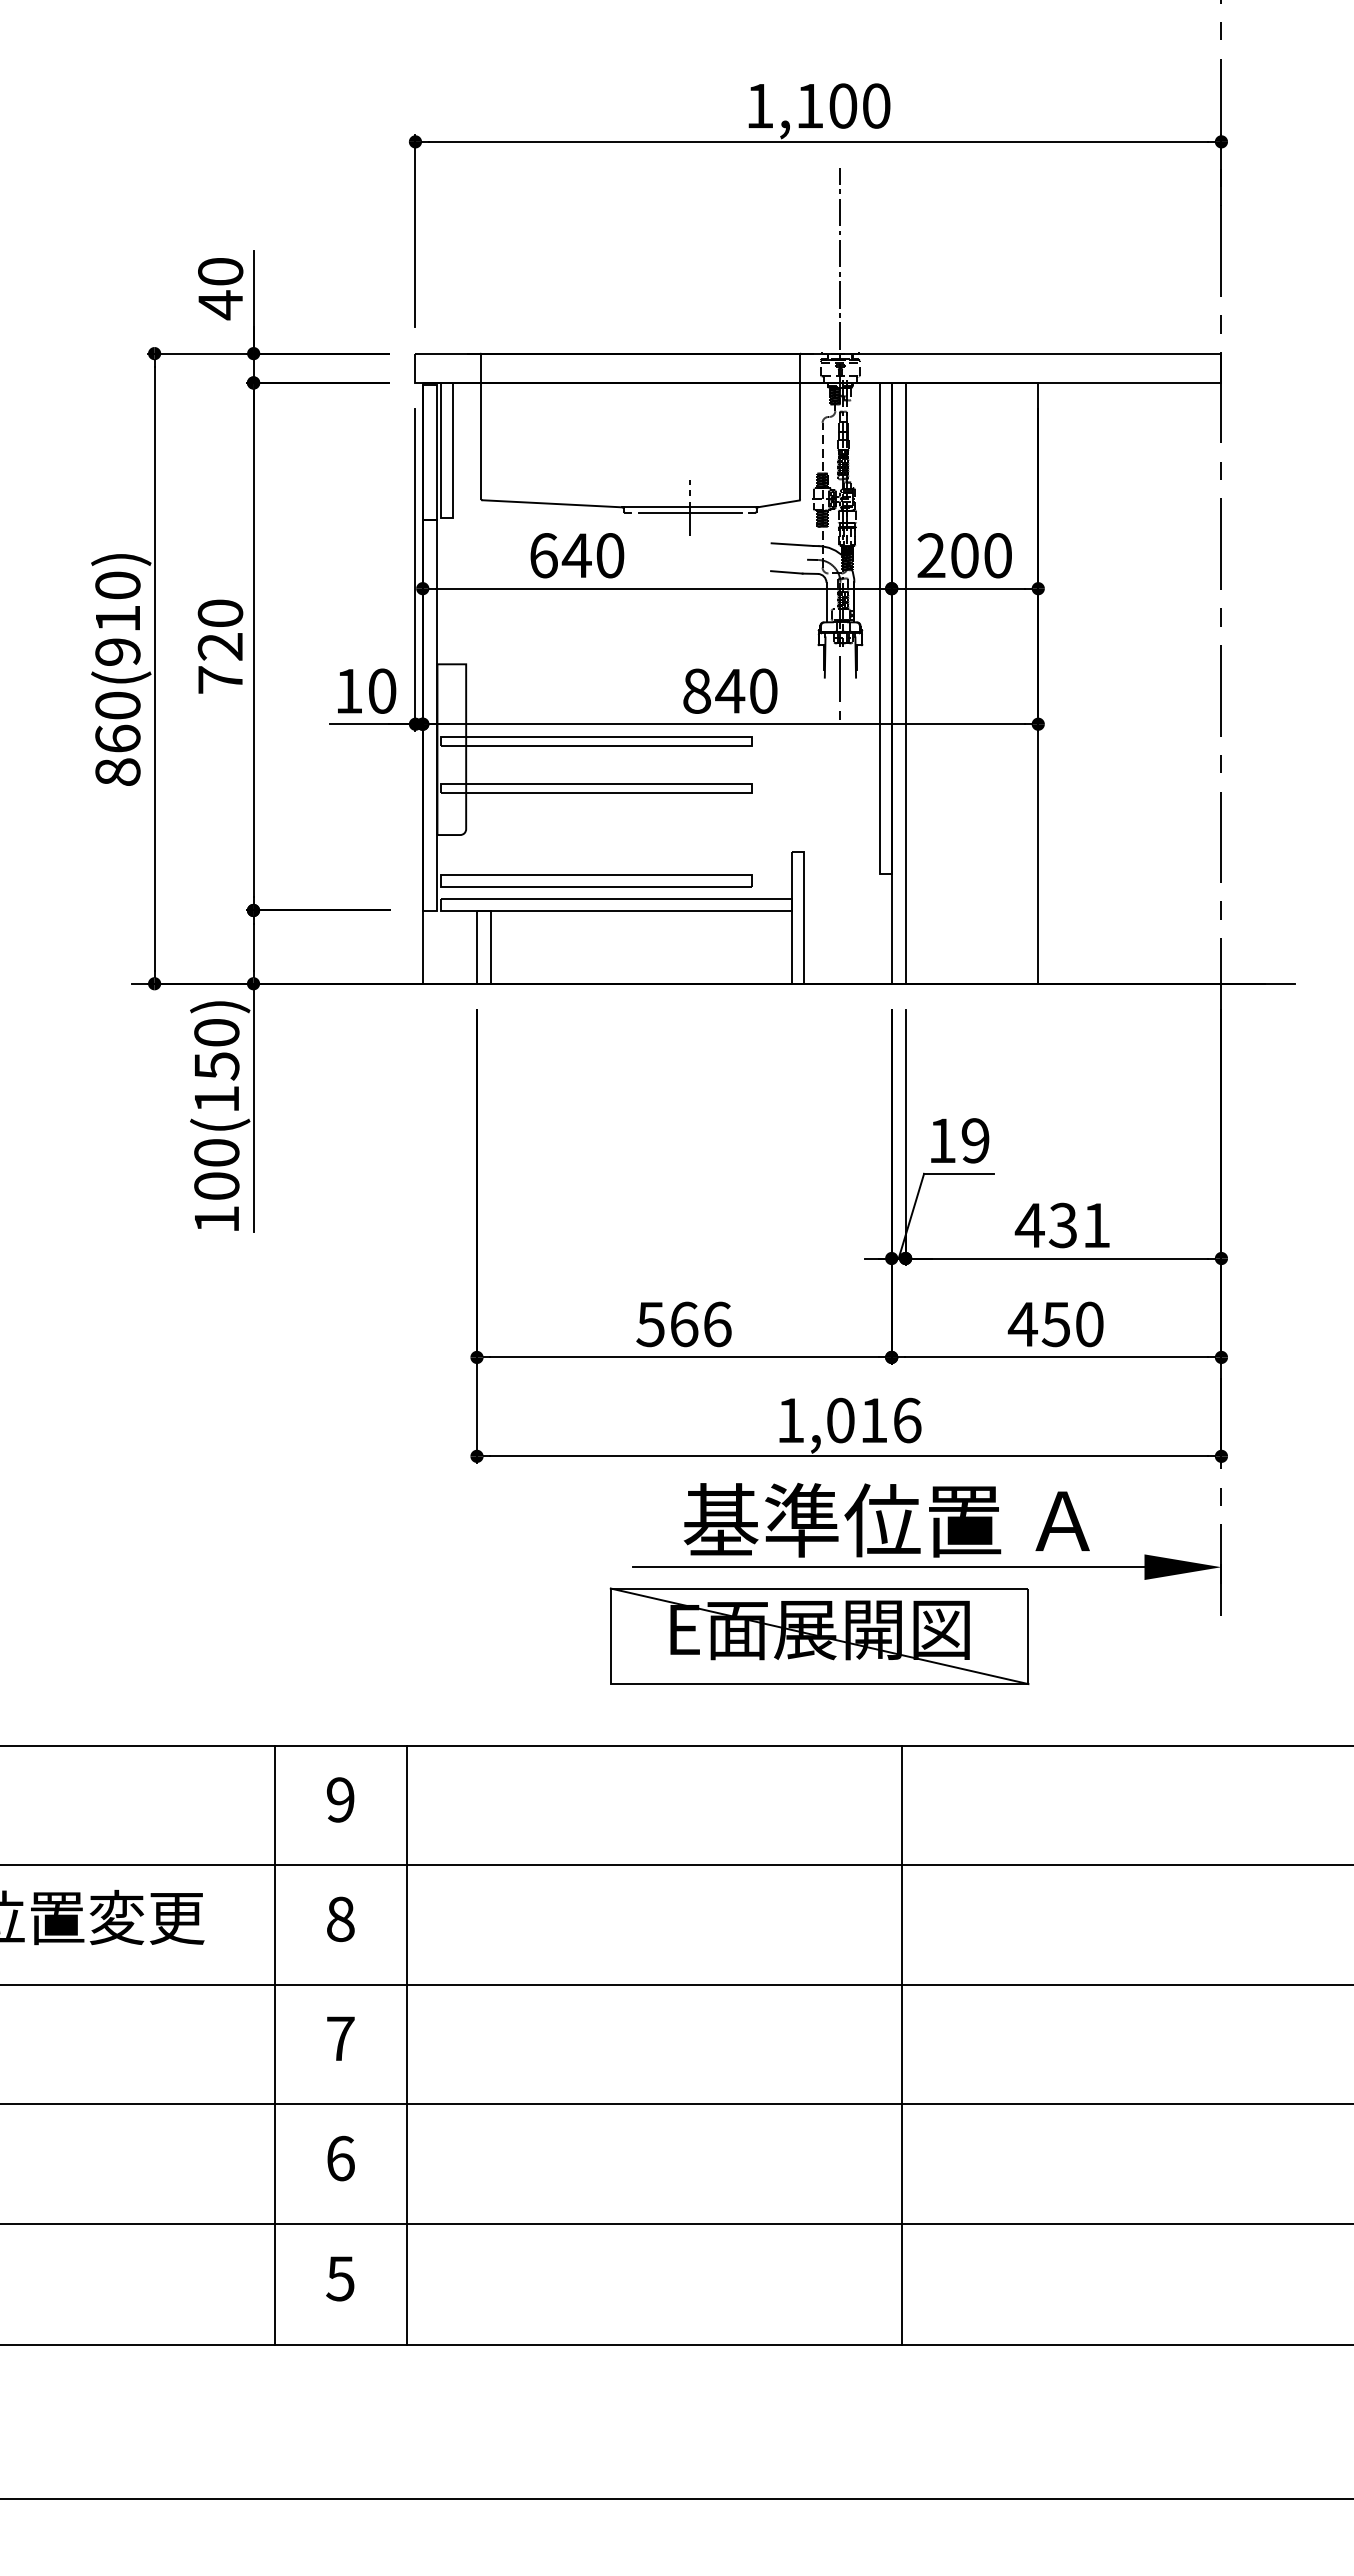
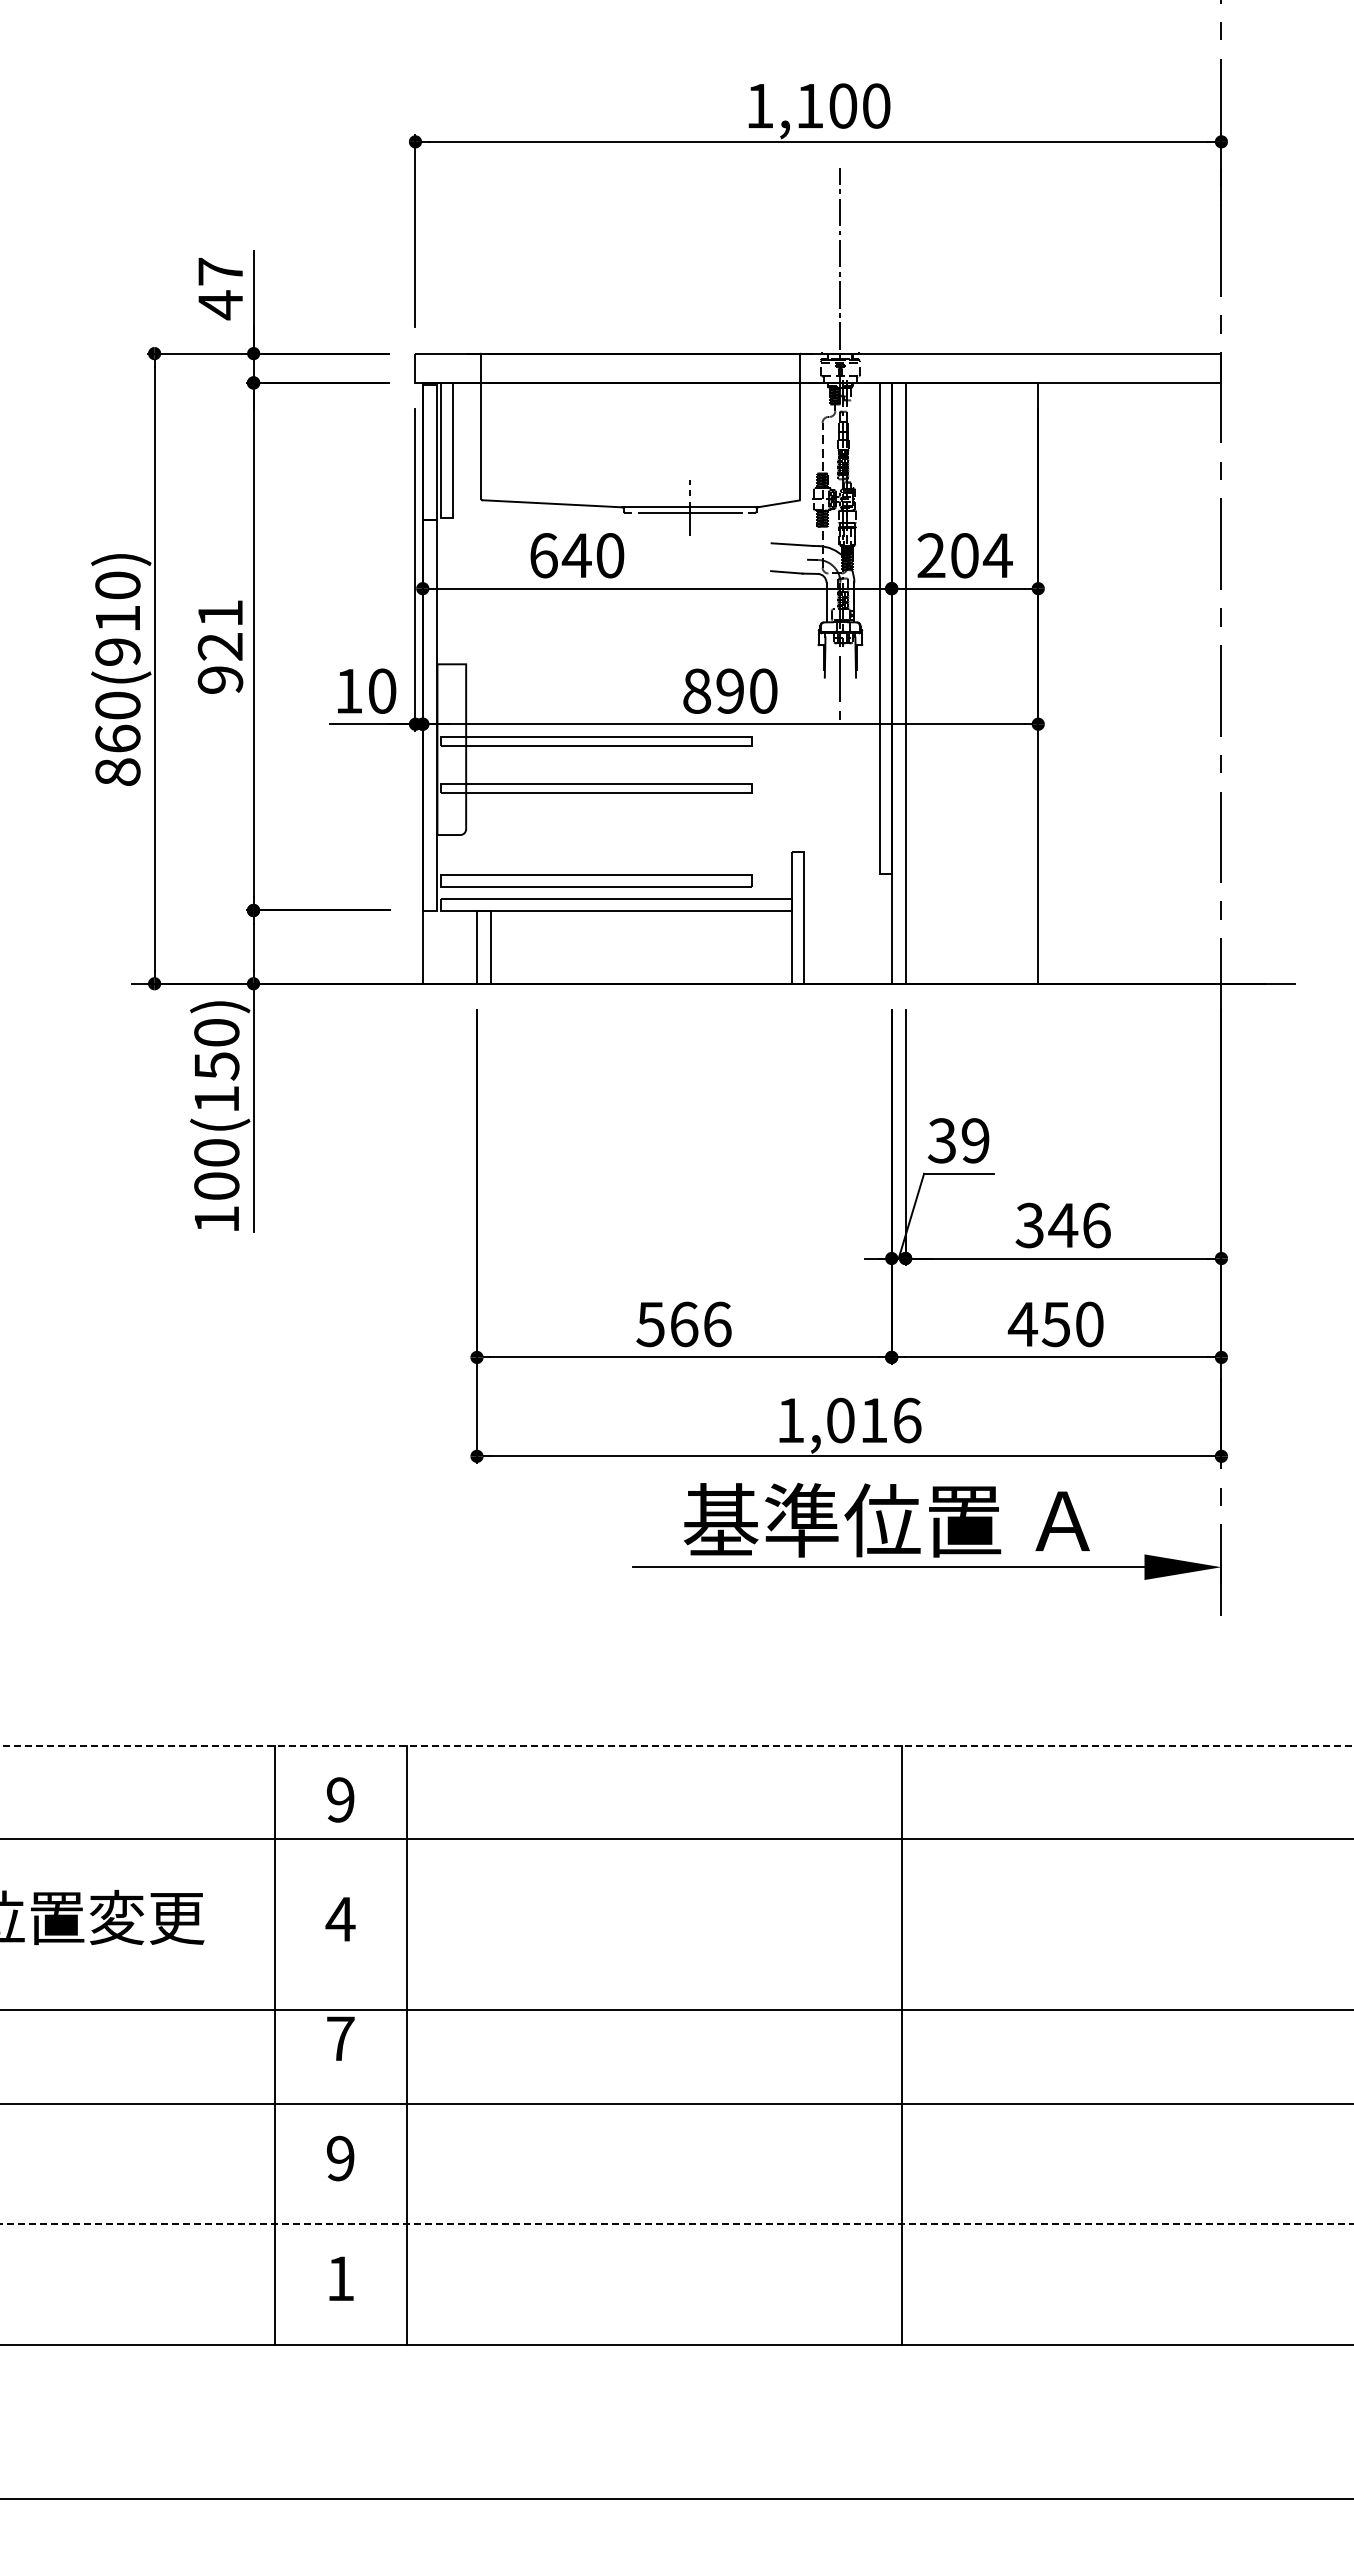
text at (220, 271): 40 -> 47
text at (997, 555): 200 -> 204
text at (220, 646): 720 -> 921
text at (730, 690): 840 -> 890
text at (941, 1140): 19 -> 39
text at (1062, 1225): 431 -> 346
part at (819, 1635): present -> none
line at (677, 1745): solid -> dashed
line at (676, 1865) position: (676, 1865) -> (676, 1839)
text at (340, 1919): 8 -> 4
line at (676, 1984) position: (676, 1984) -> (676, 2009)
text at (340, 2158): 6 -> 9
line at (677, 2224): solid -> dashed
text at (340, 2278): 5 -> 1
